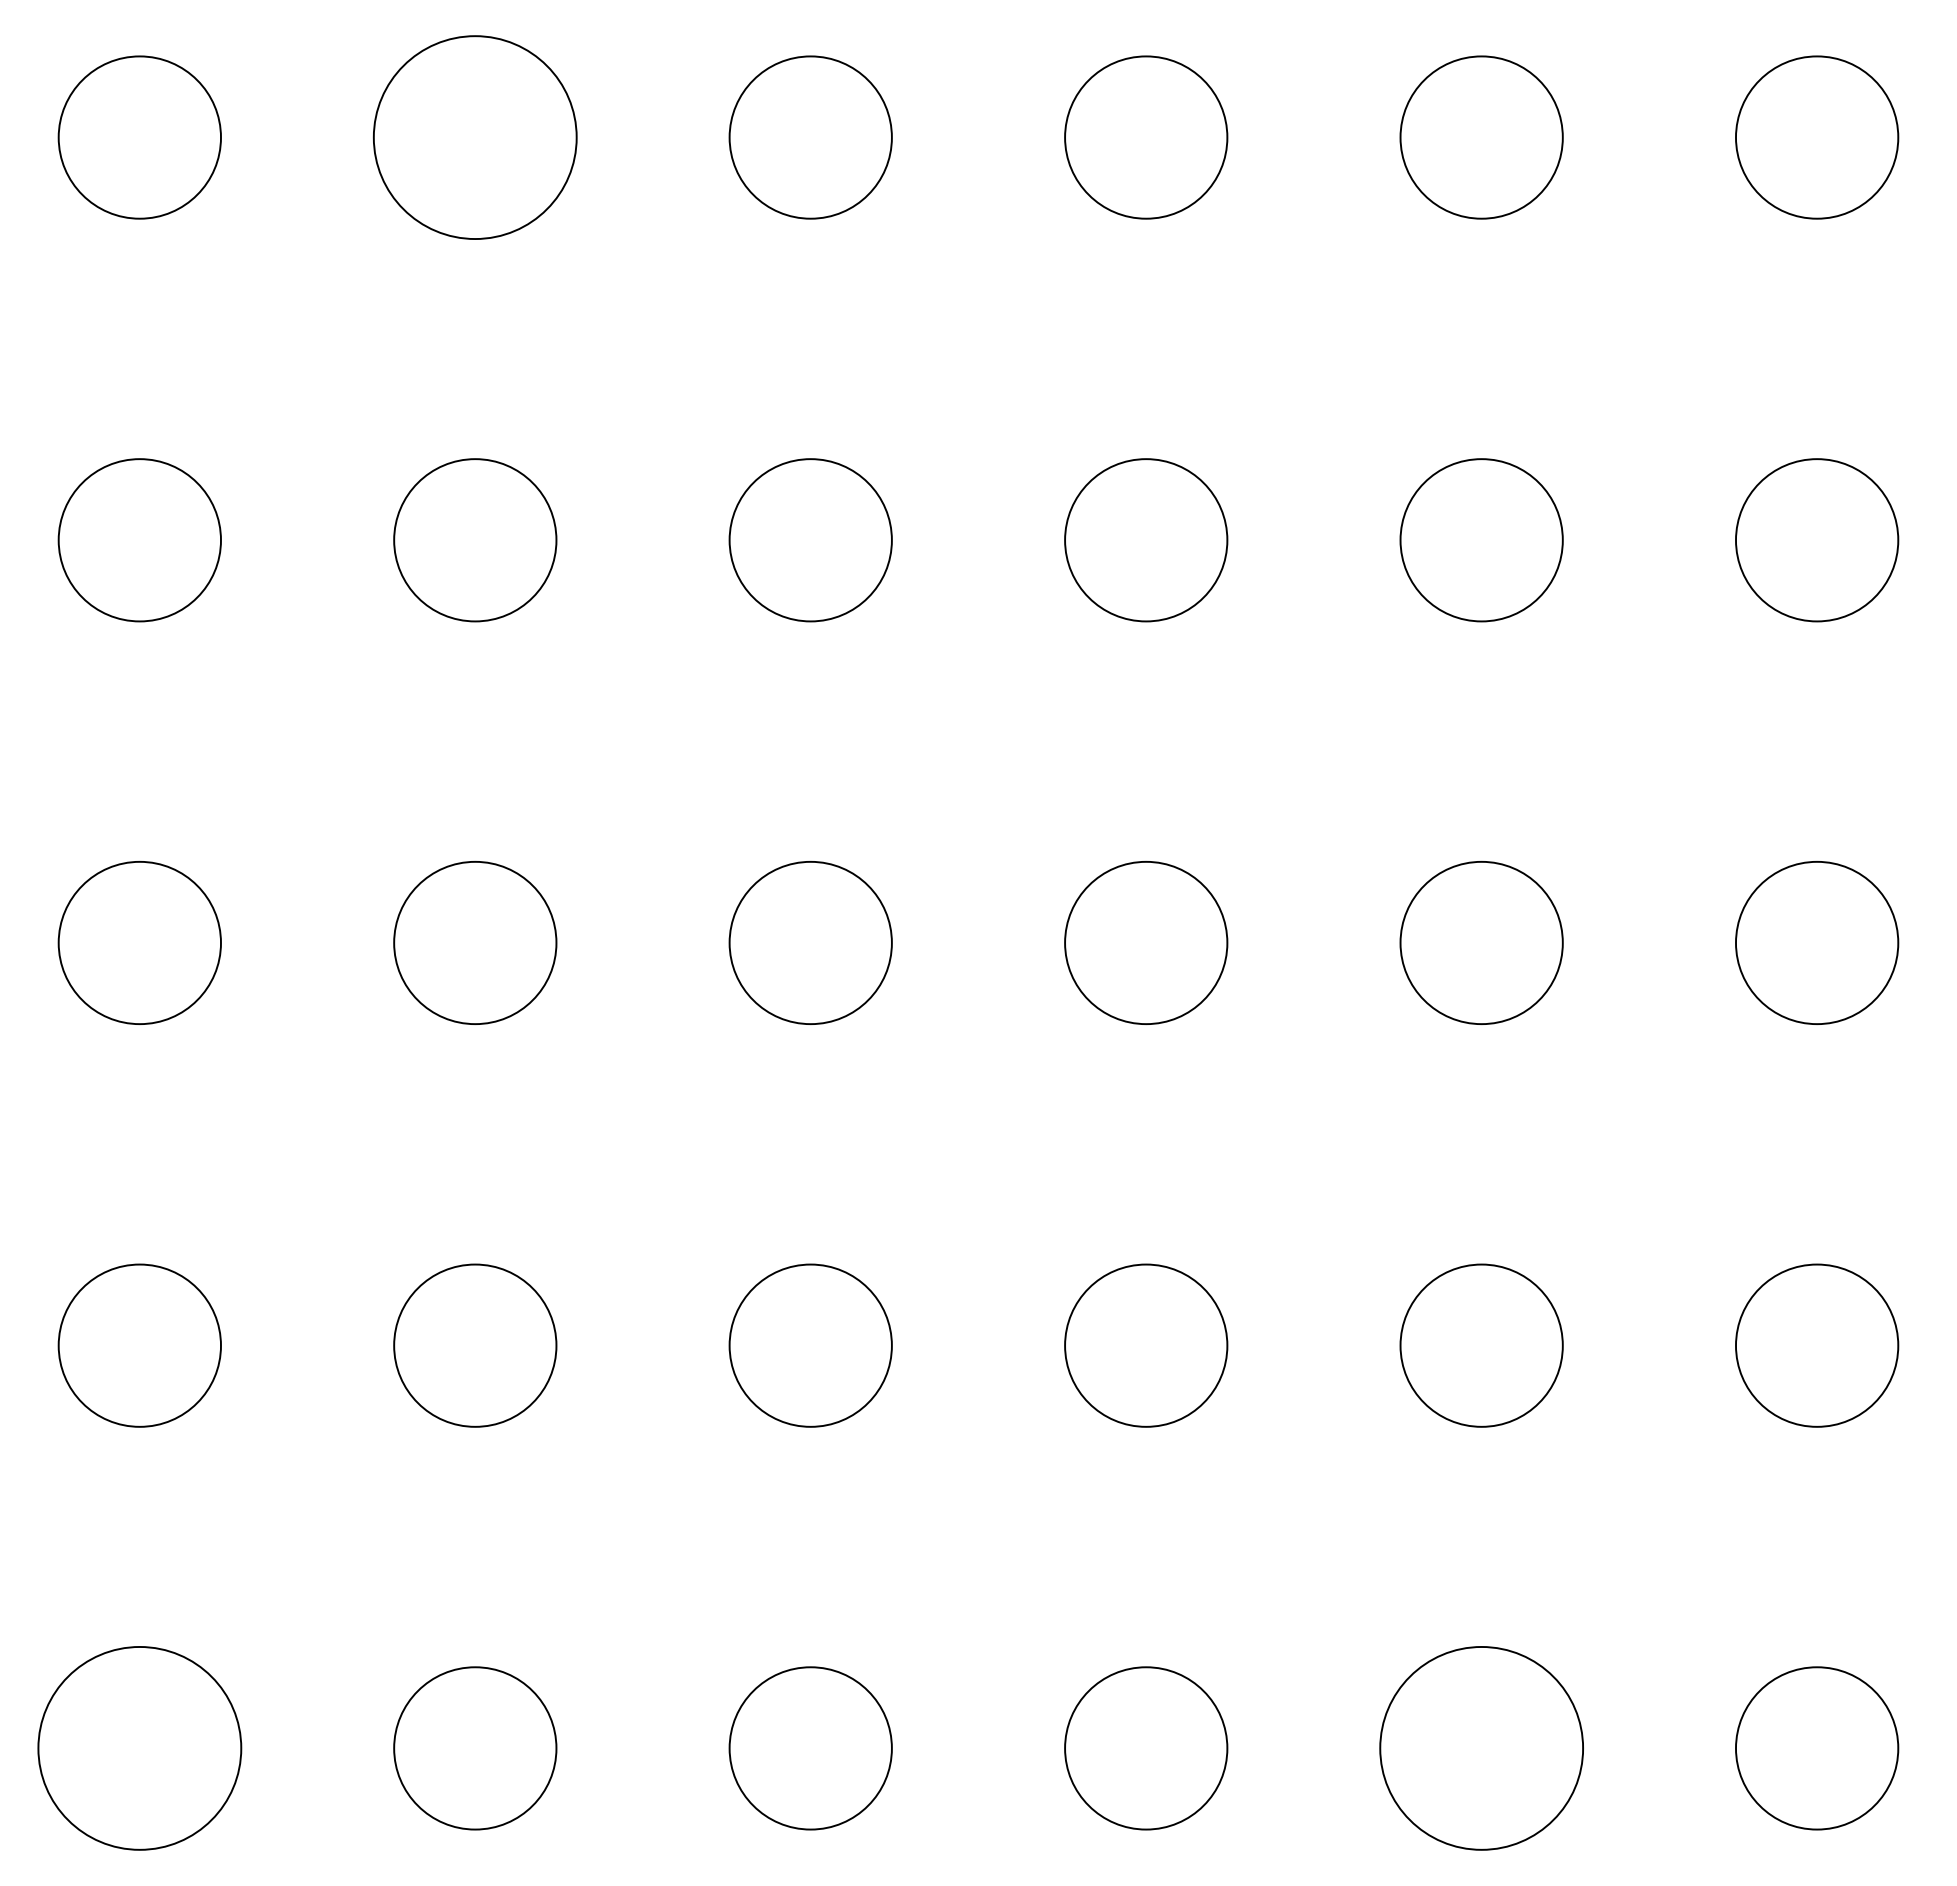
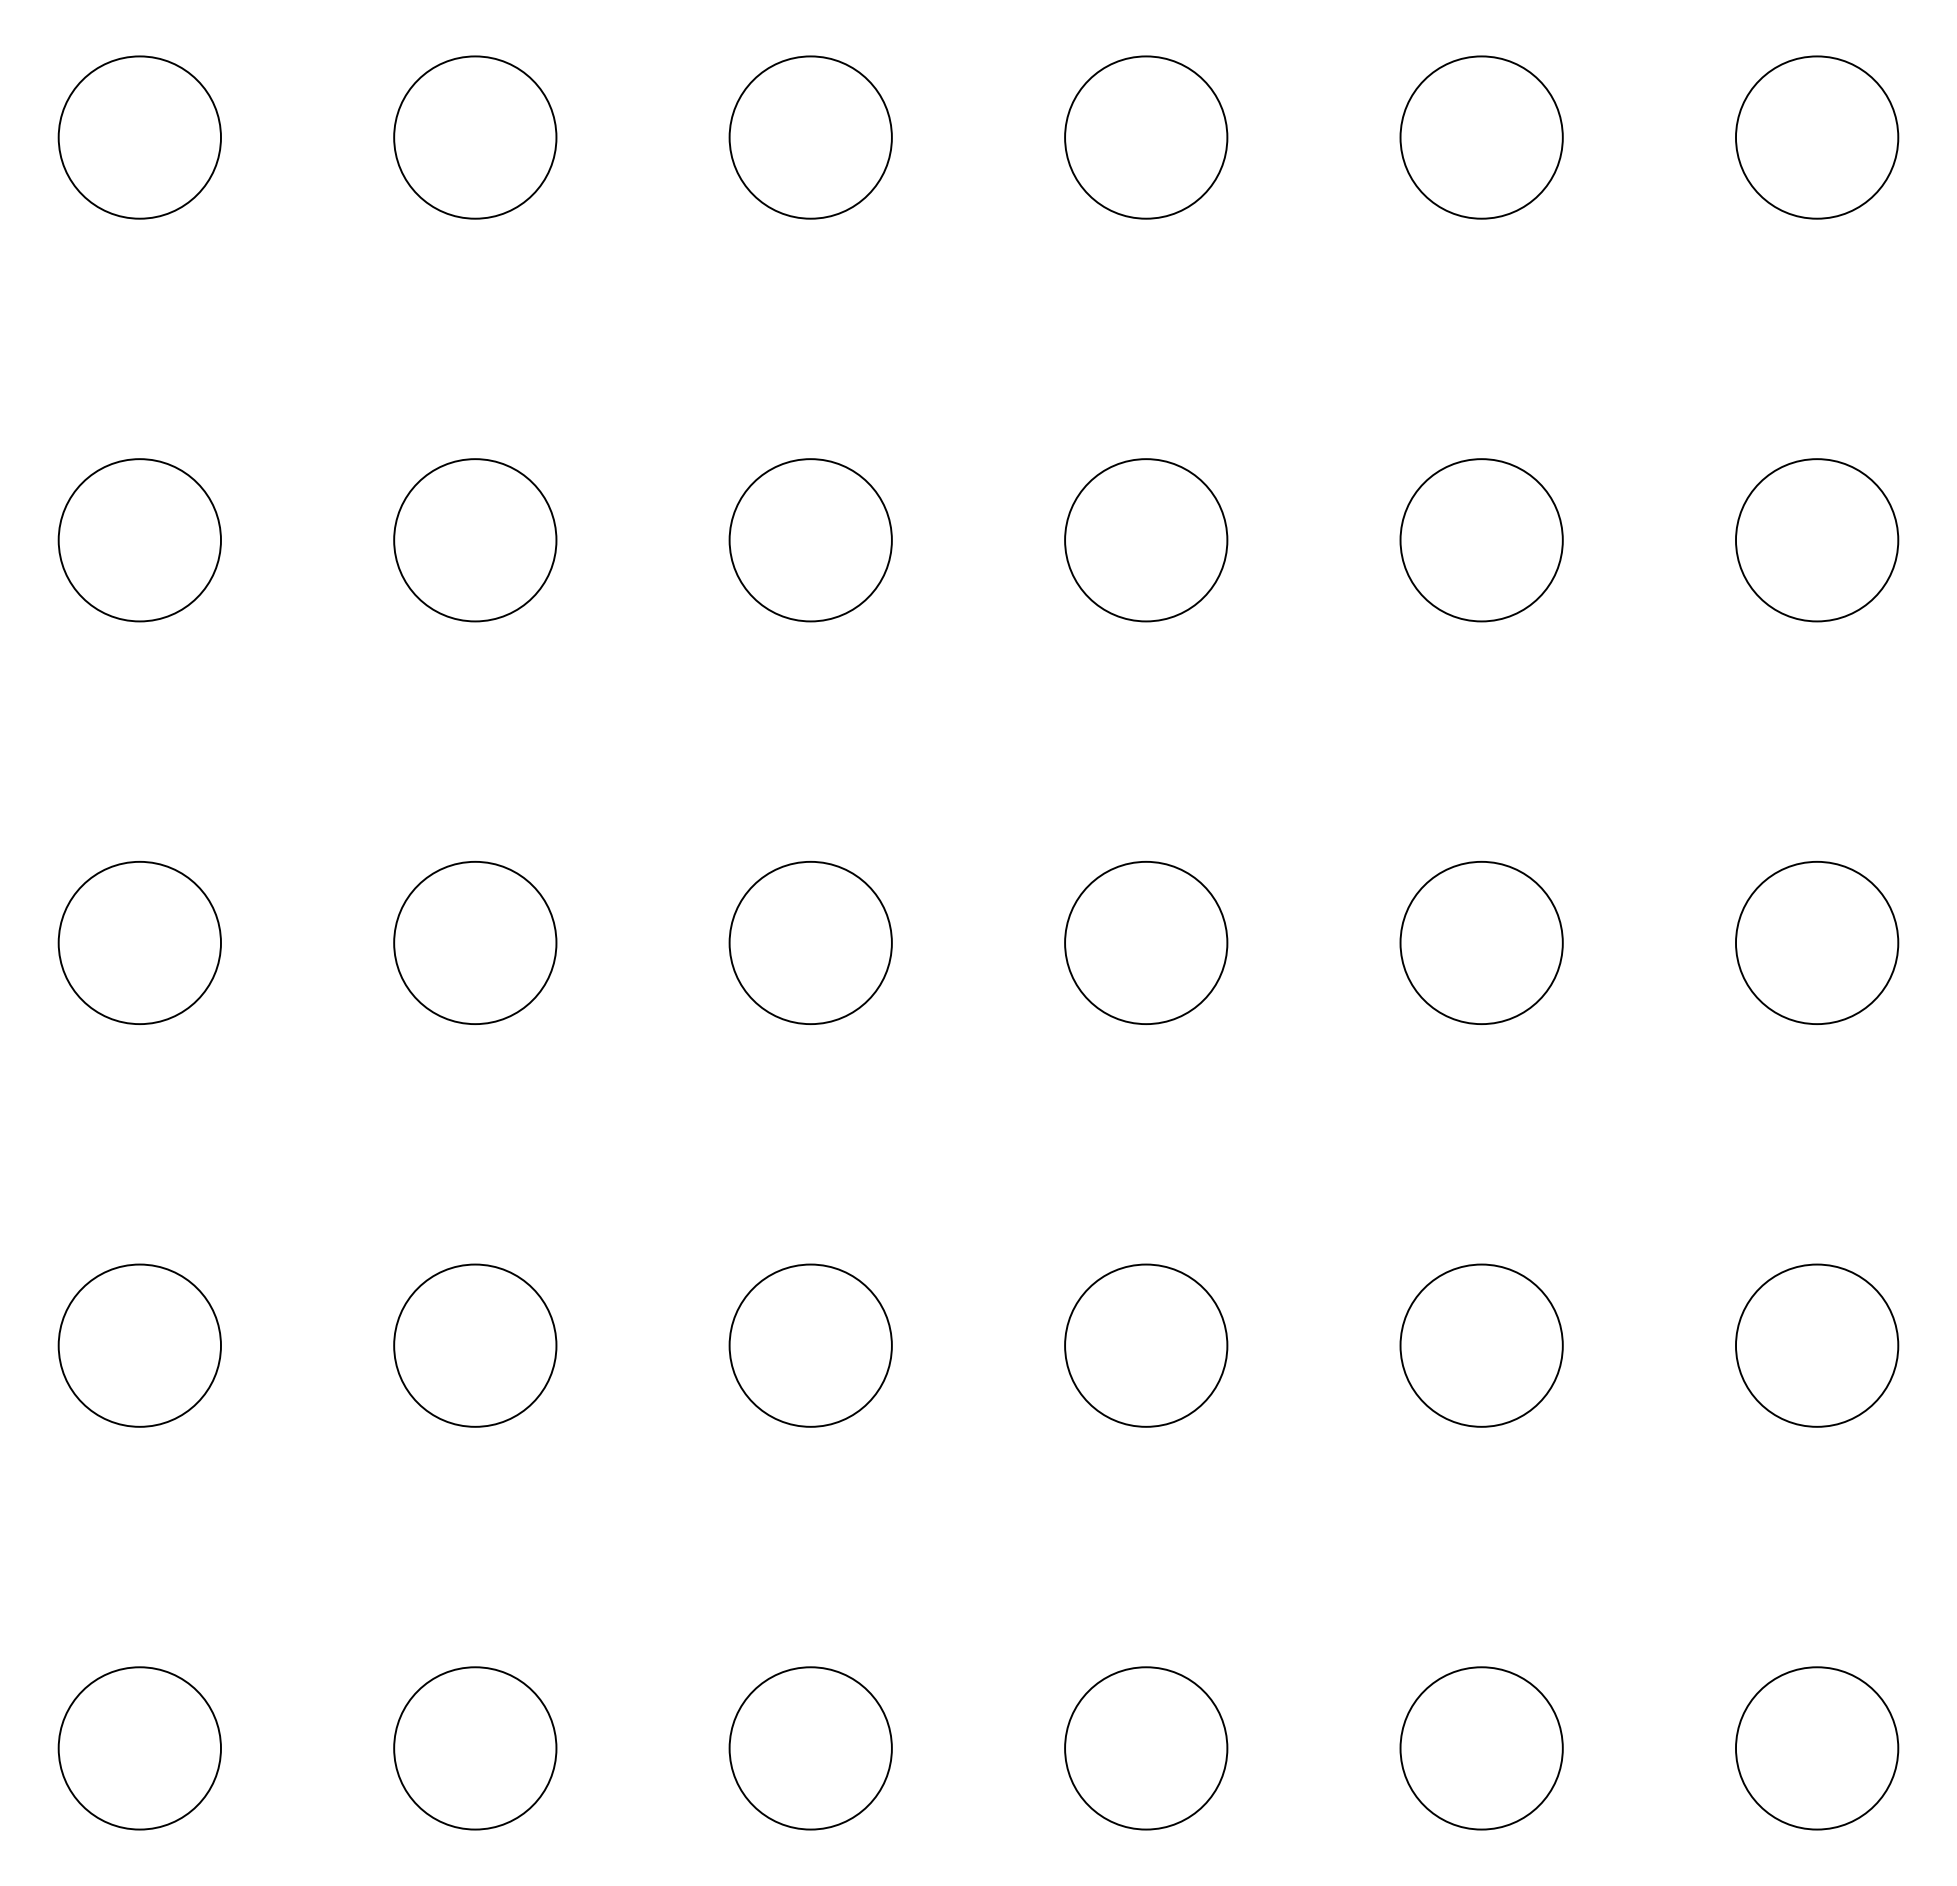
circle at (474, 137) size: 206x205 px -> 165x165 px
circle at (139, 1747) diameter: 203 px -> 162 px
circle at (1481, 1747) diameter: 203 px -> 162 px
